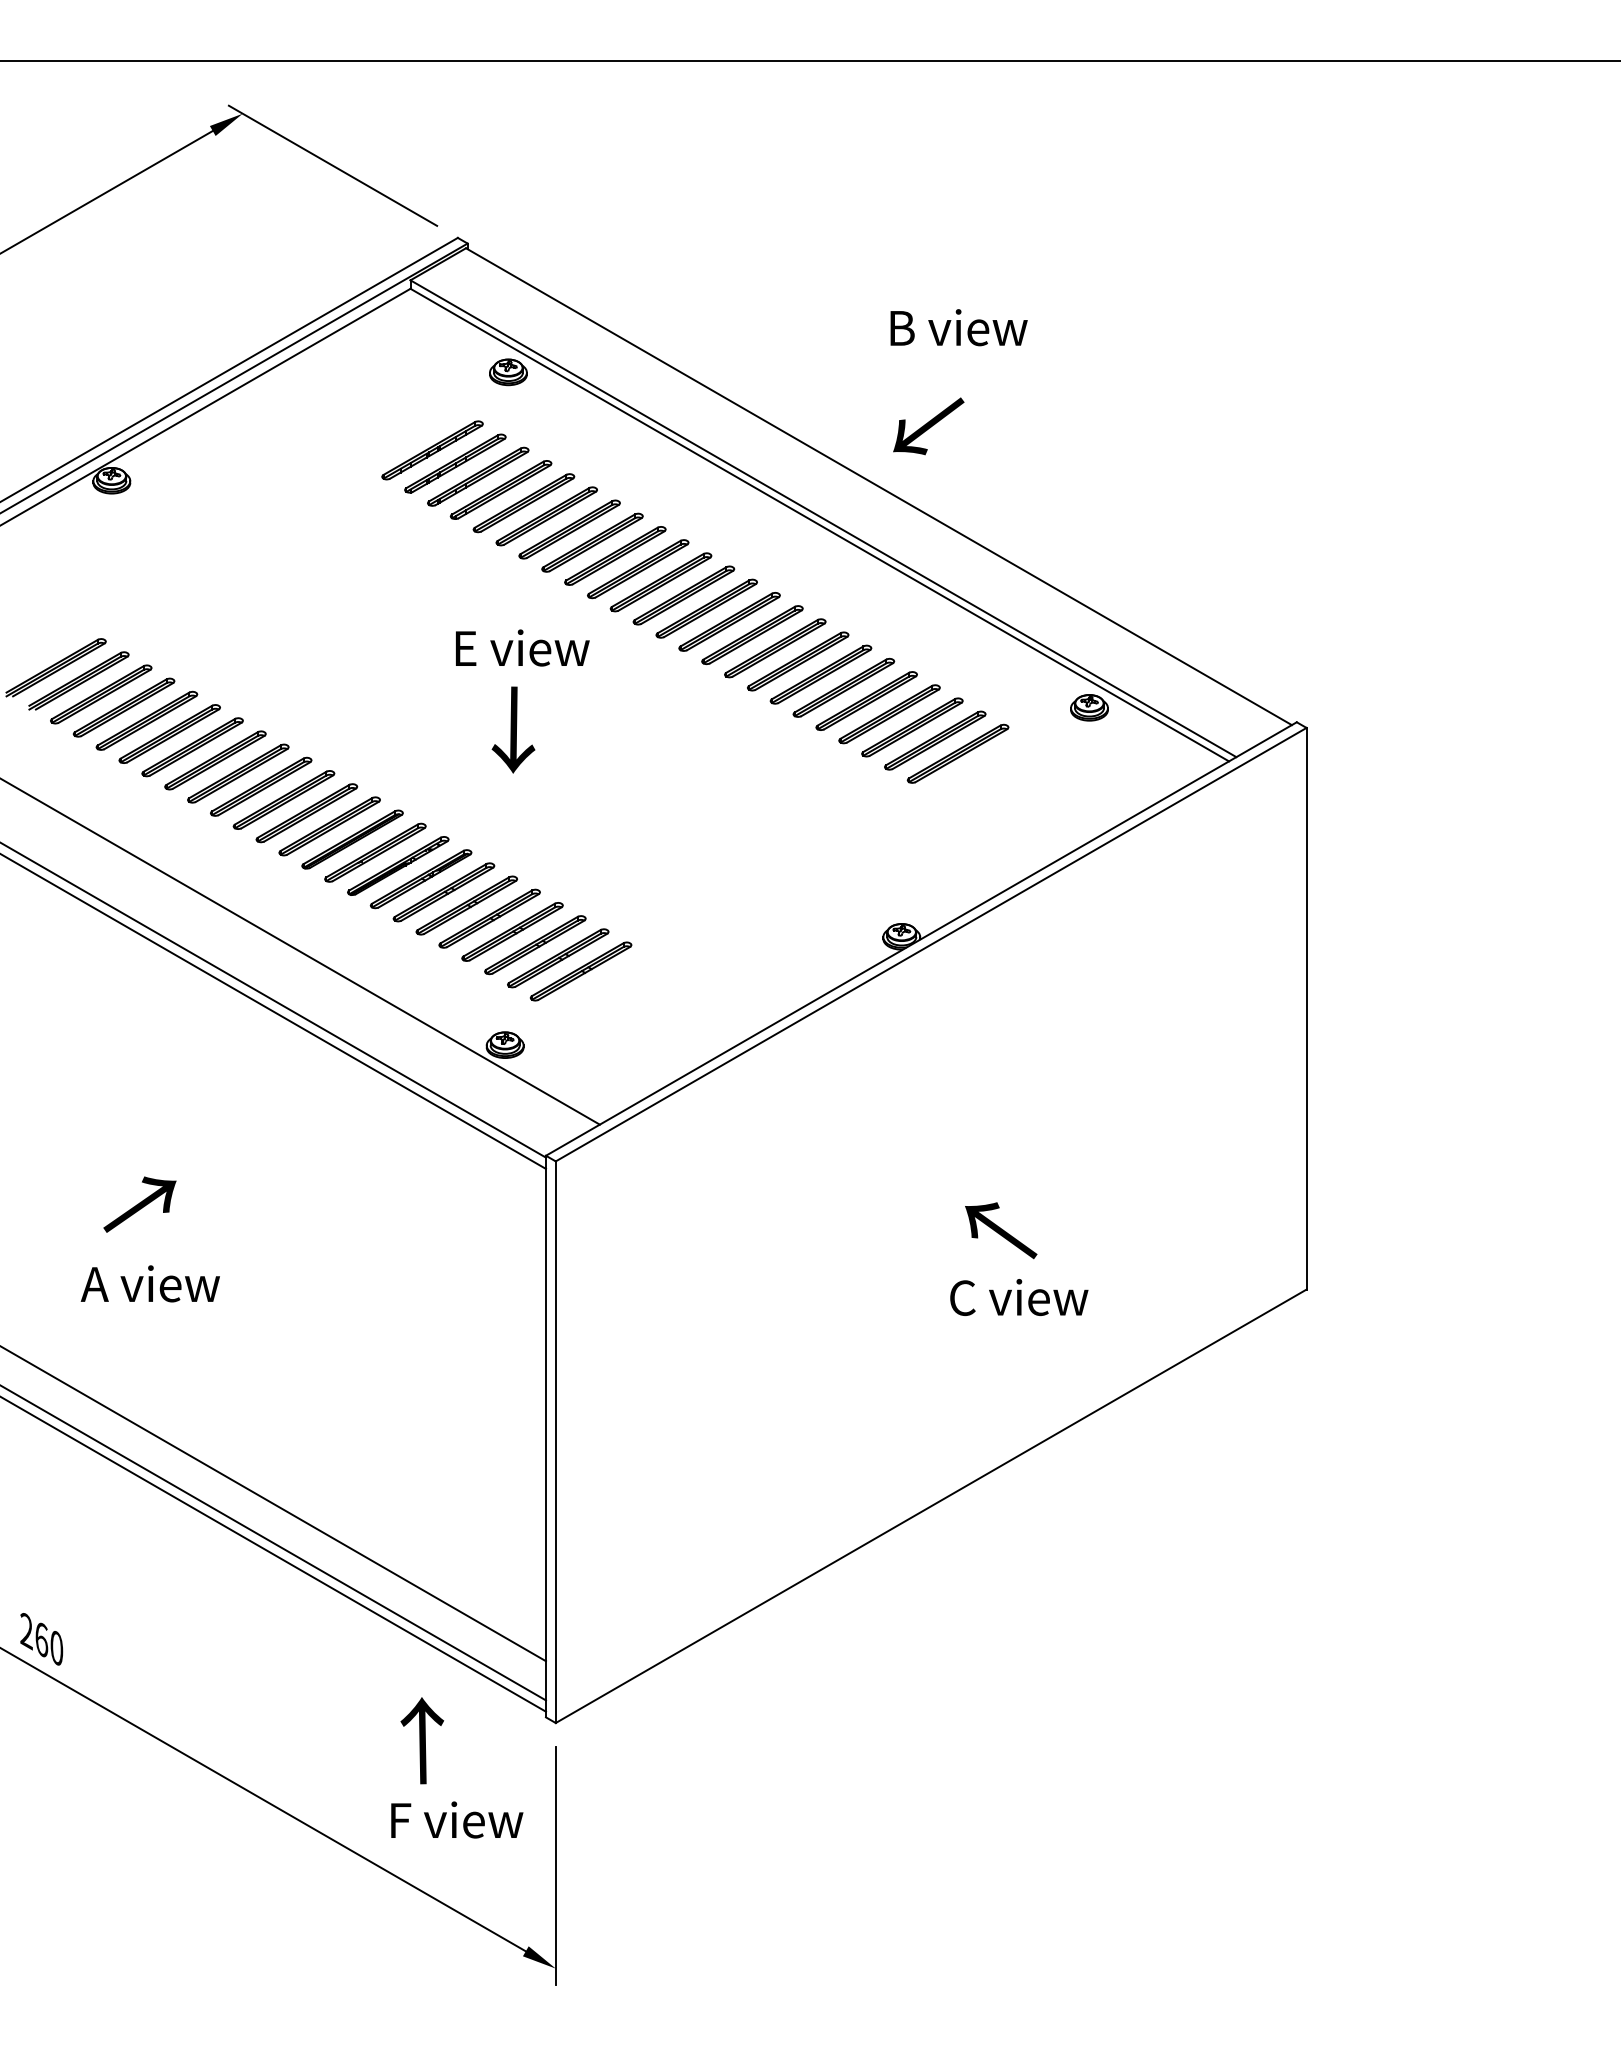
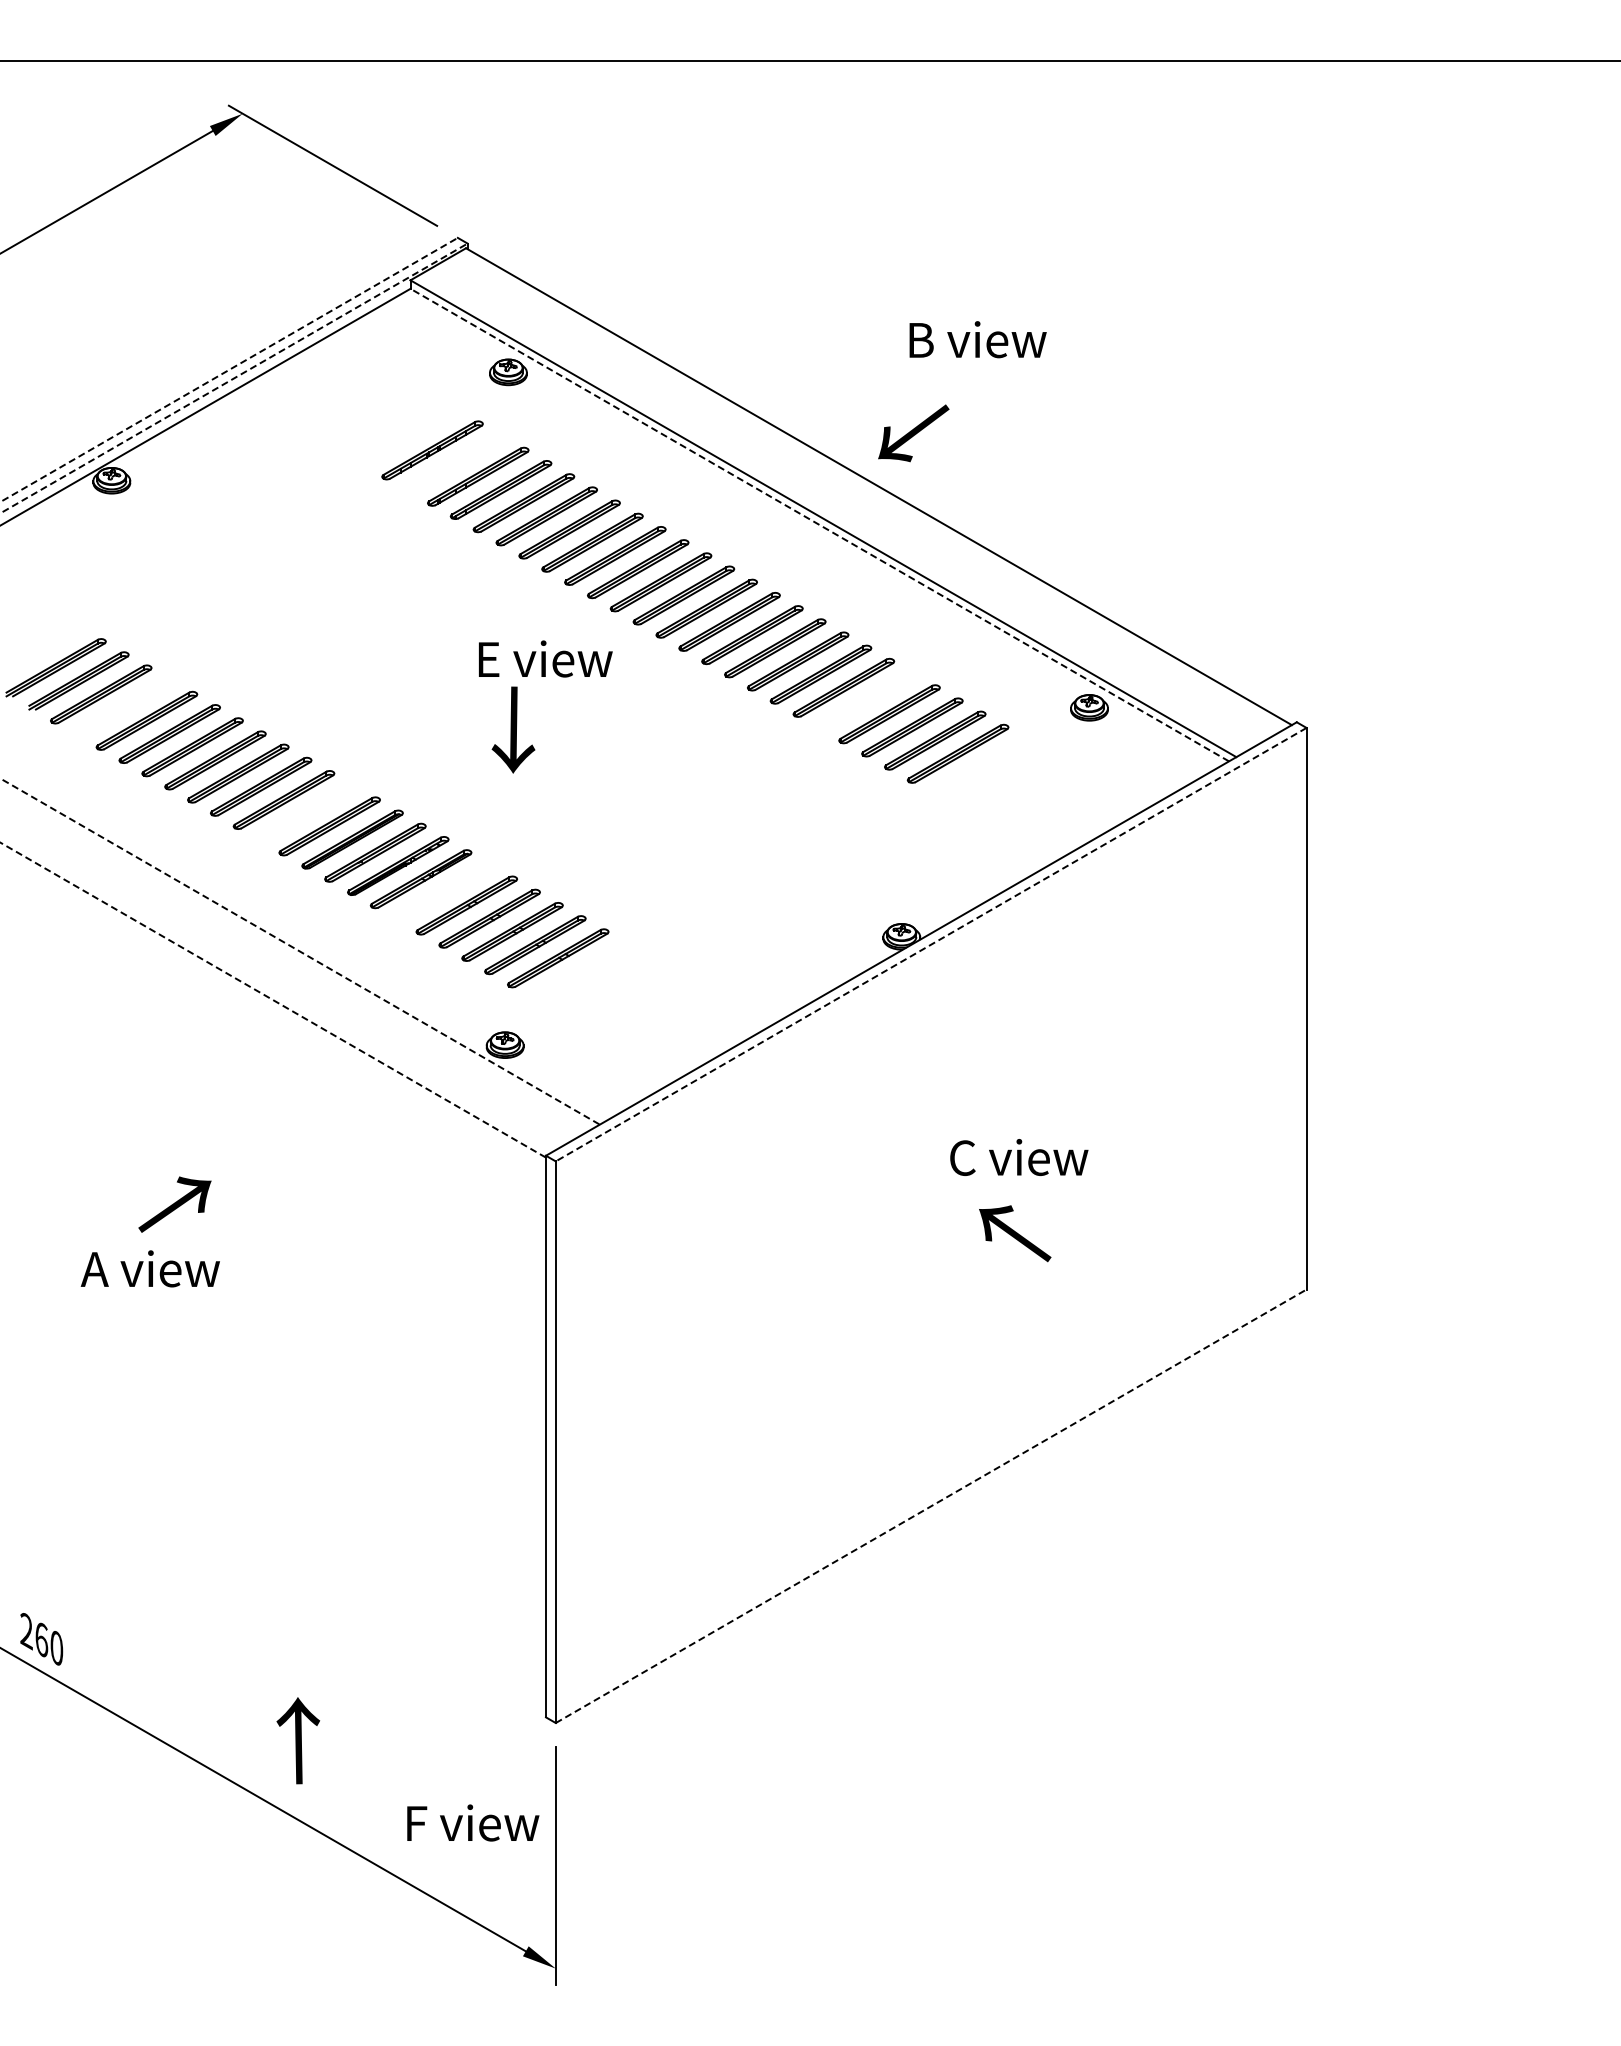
text at (958, 327) position: (958, 327) -> (977, 339)
line at (229, 369): solid -> dashed
line at (233, 378): solid -> dashed
text at (928, 426) position: (928, 426) -> (913, 433)
part at (455, 463): present -> none
line at (819, 525): solid -> dashed
text at (522, 647) position: (522, 647) -> (545, 658)
part at (866, 700): present -> none
part at (123, 707): present -> none
part at (306, 813): present -> none
part at (443, 892): present -> none
line at (930, 944): solid -> dashed
line at (300, 951): solid -> dashed
part at (580, 971): present -> none
line at (273, 1000): solid -> dashed
line at (274, 1011): present -> none
text at (139, 1204) position: (139, 1204) -> (174, 1204)
text at (1001, 1230) position: (1001, 1230) -> (1015, 1233)
text at (149, 1283) position: (149, 1283) -> (149, 1268)
text at (1019, 1297) position: (1019, 1297) -> (1019, 1157)
line at (274, 1504): present -> none
line at (931, 1506): solid -> dashed
line at (274, 1543): present -> none
line at (274, 1554): present -> none
text at (422, 1740) position: (422, 1740) -> (298, 1740)
text at (457, 1819) position: (457, 1819) -> (473, 1822)
